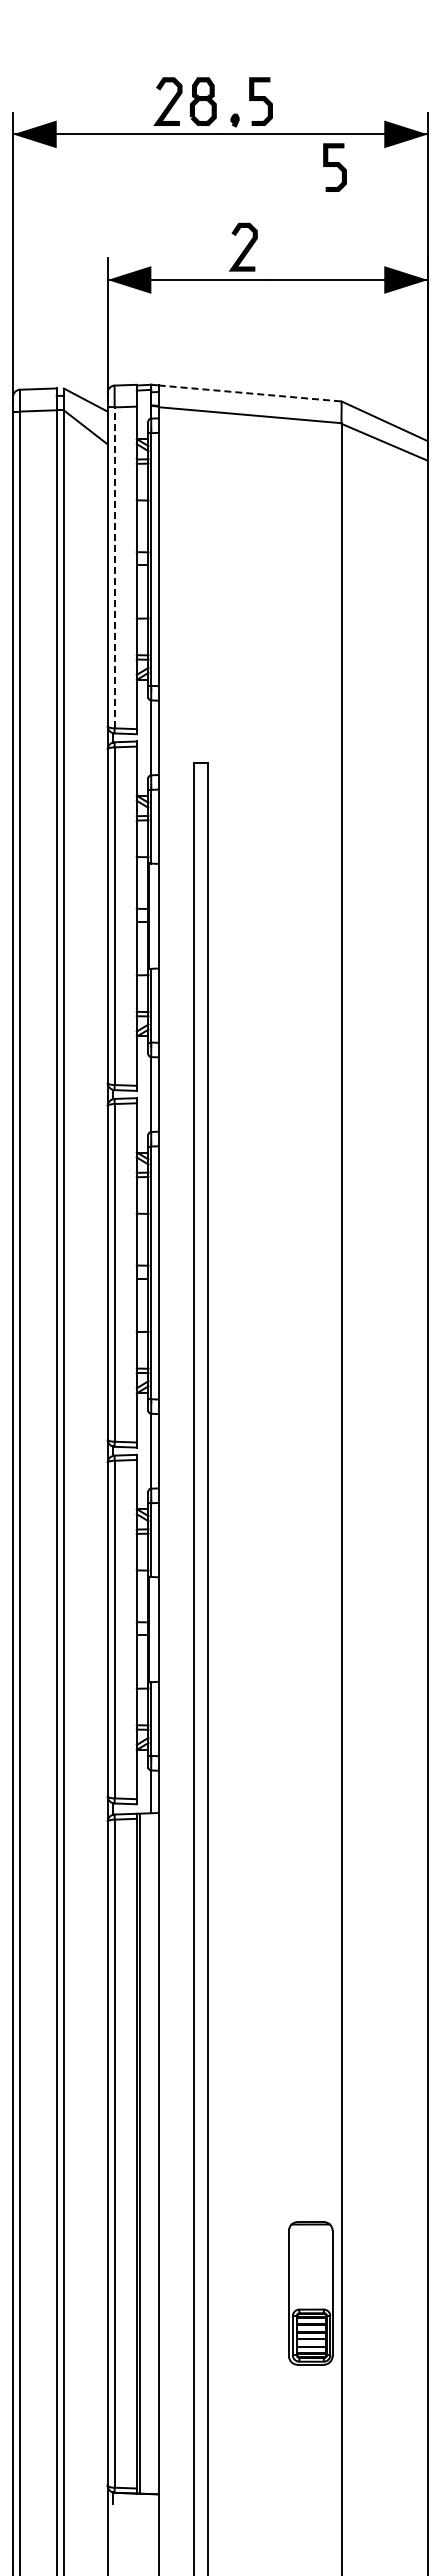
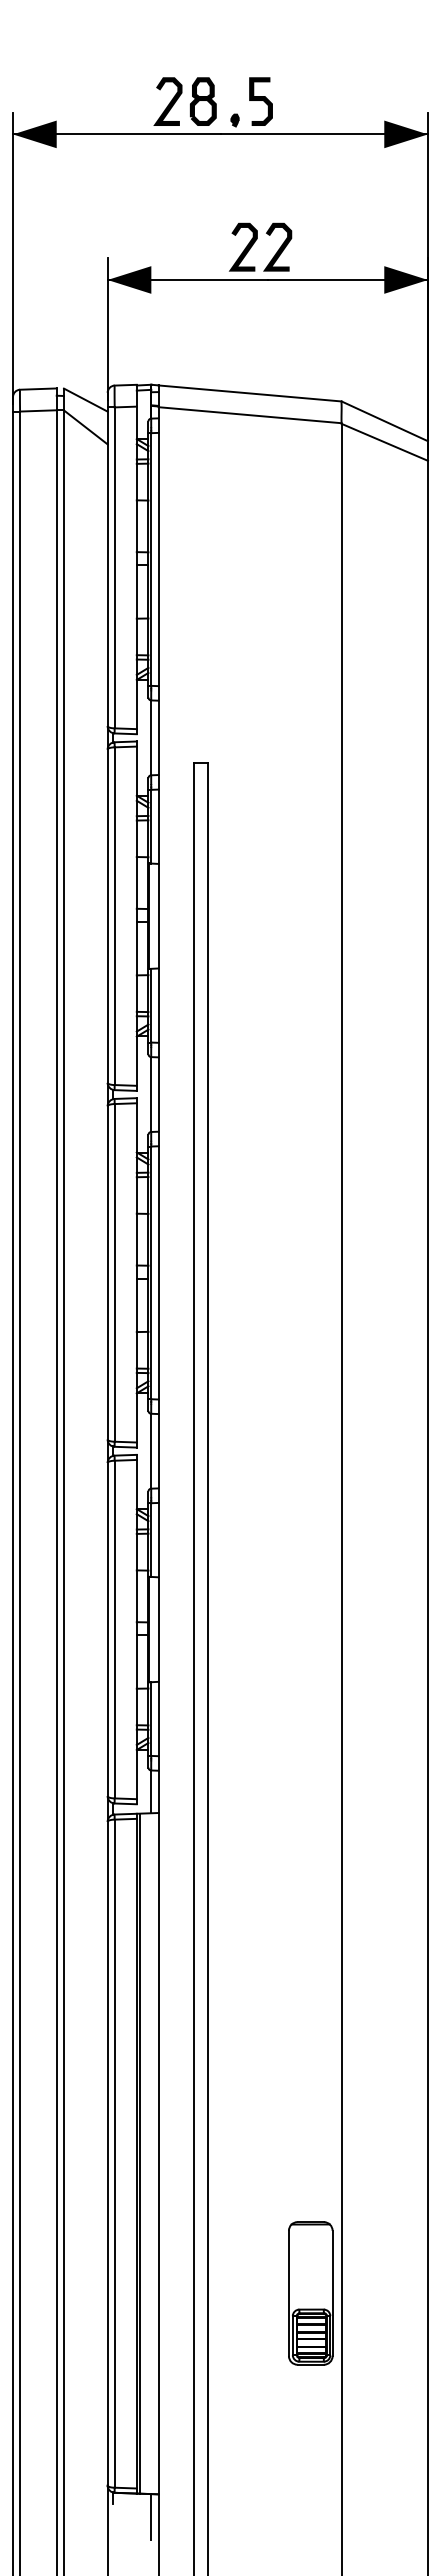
curve at (334, 166): present -> none
curve at (279, 247): none -> present
line at (250, 393): dashed -> solid
line at (114, 567): dashed -> solid
line at (151, 2516): none -> present
